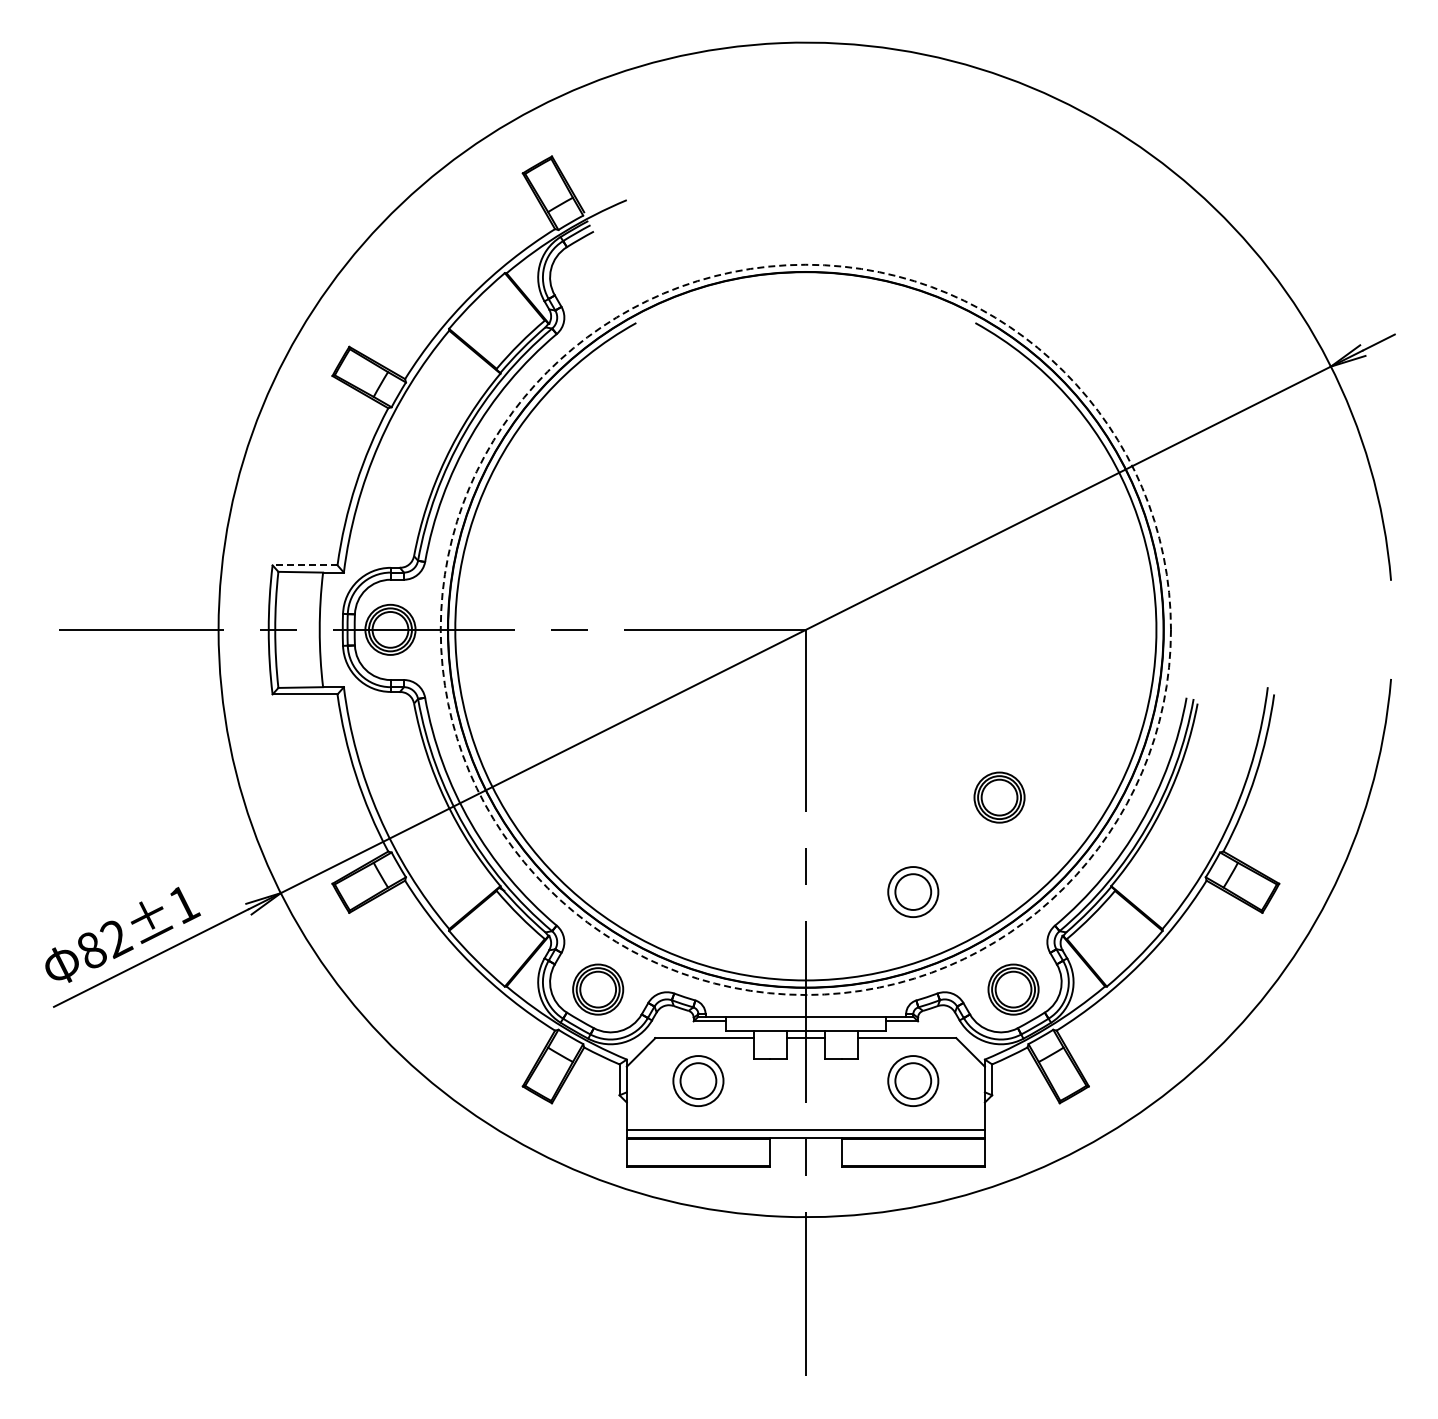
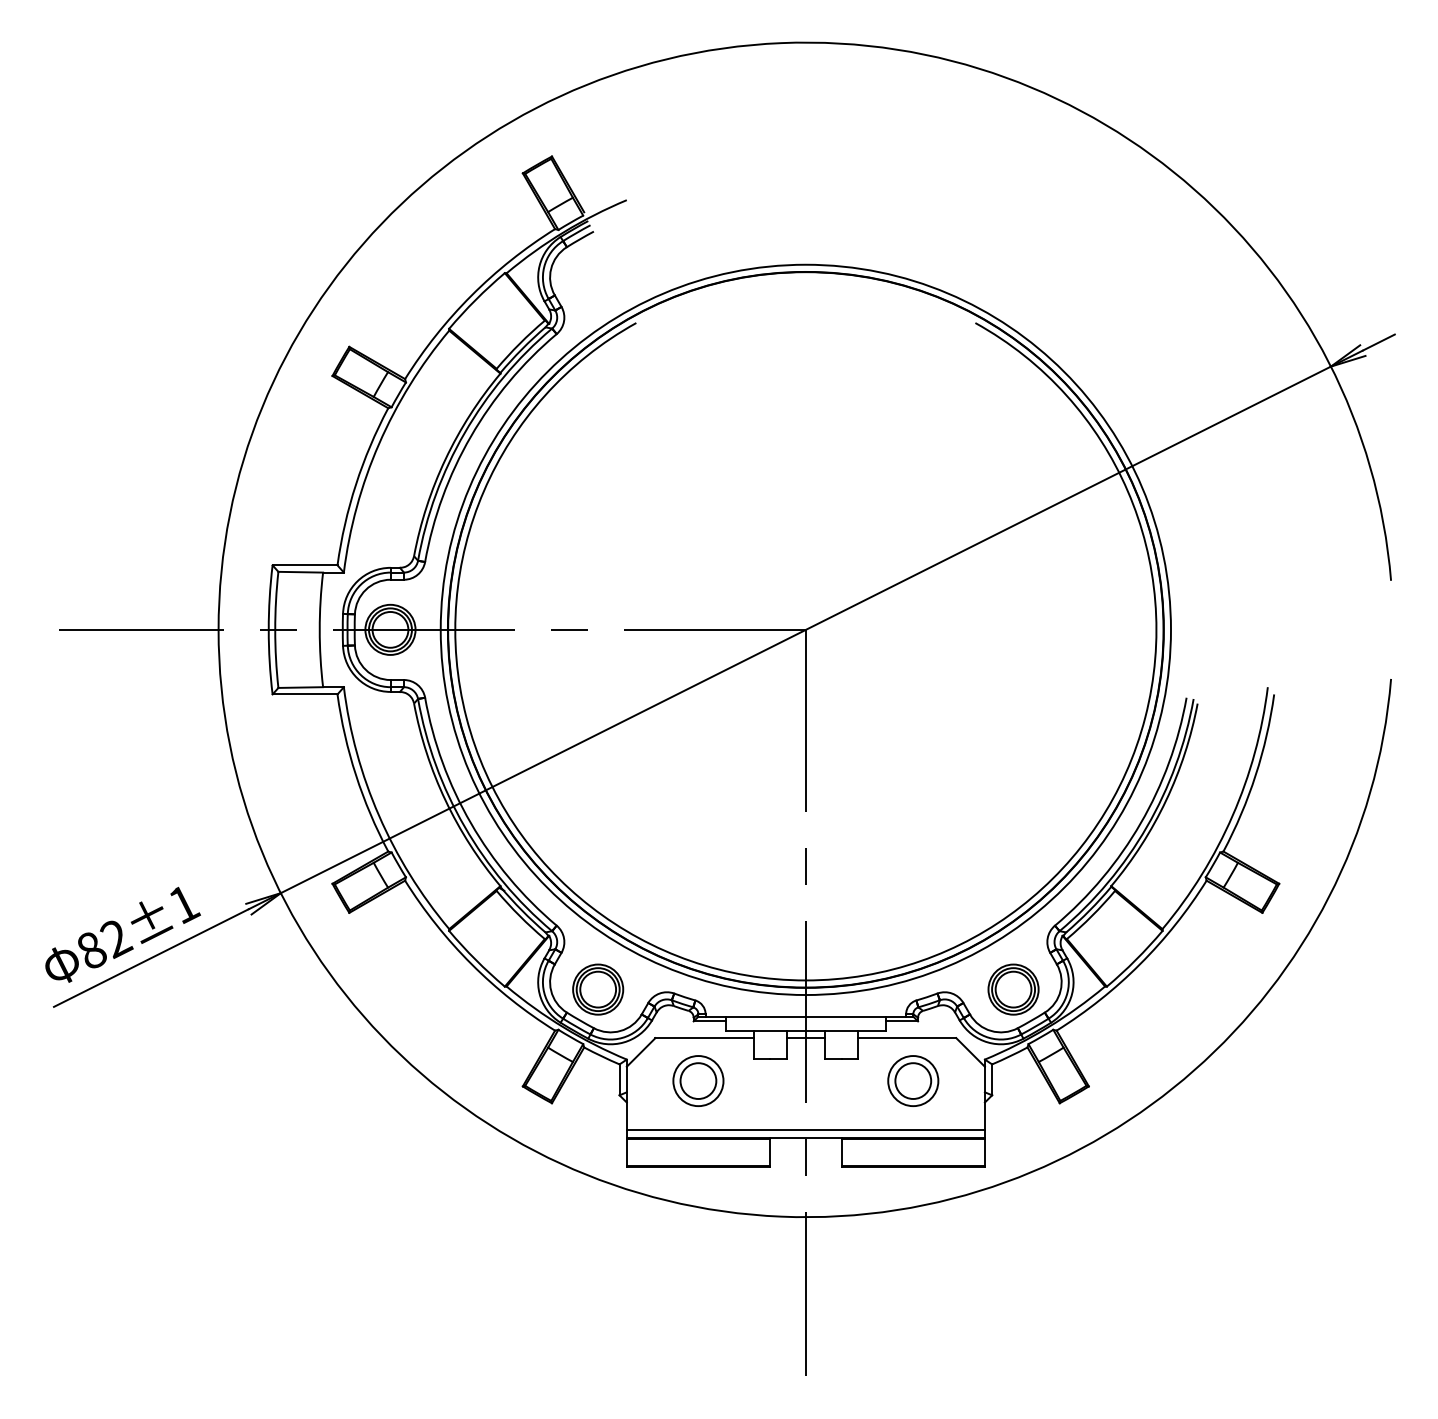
line at (304, 565): dashed -> solid
circle at (805, 629): dashed -> solid
part at (999, 797): present -> none
part at (913, 891): present -> none
